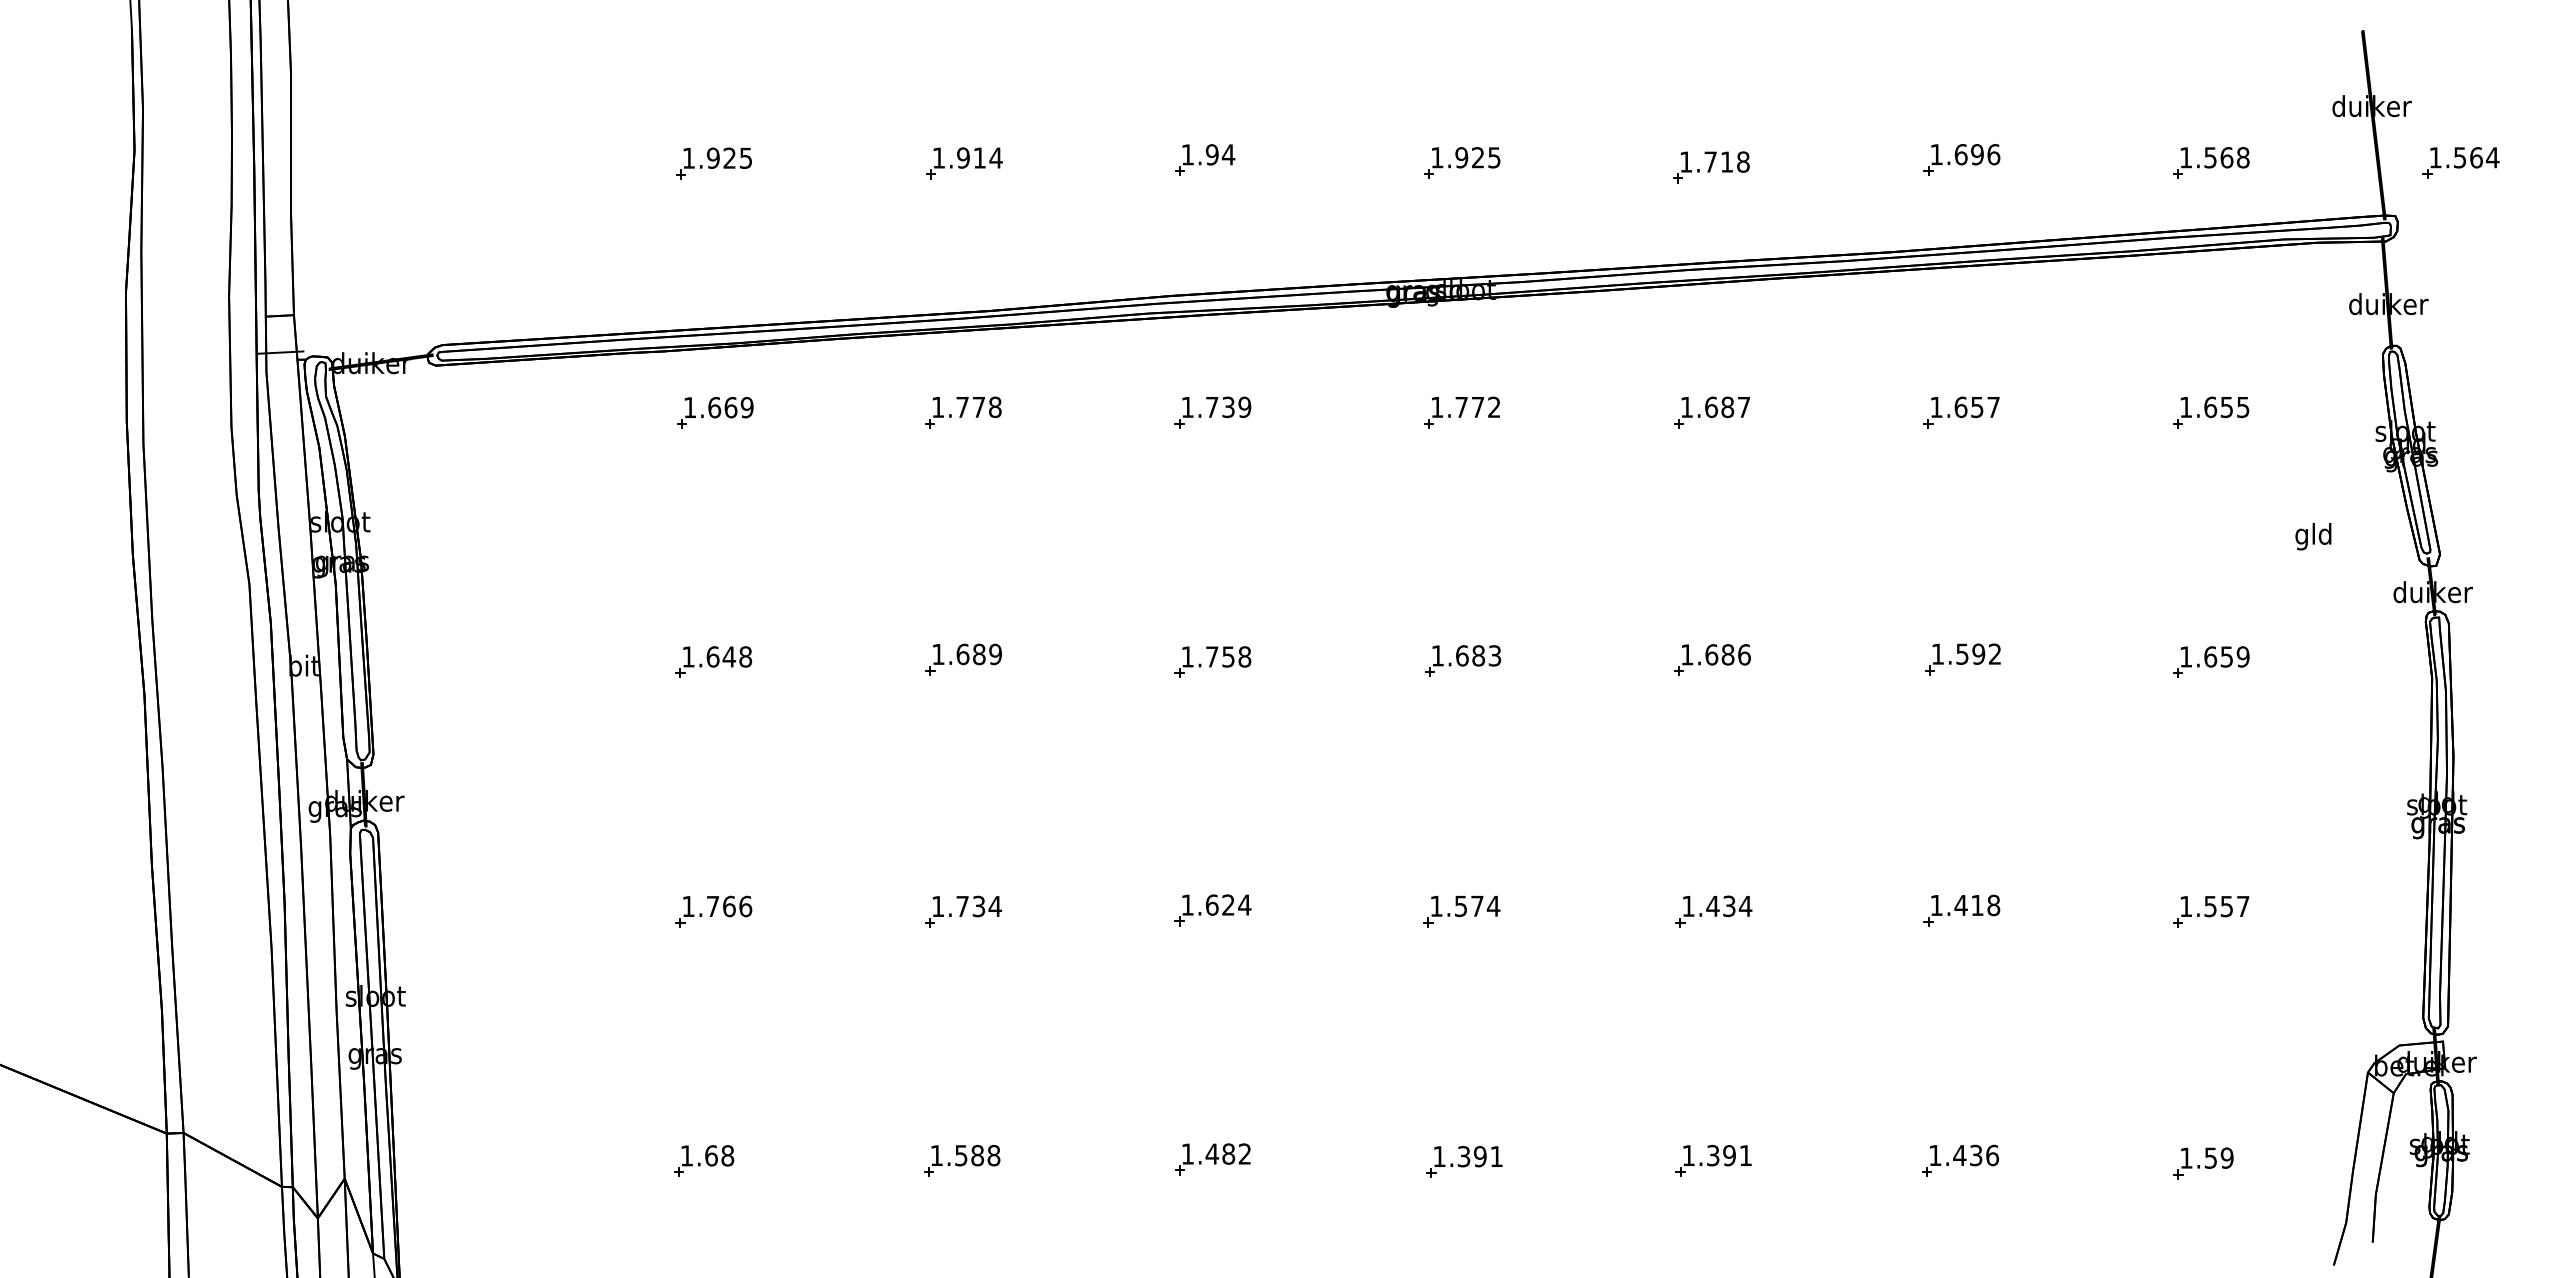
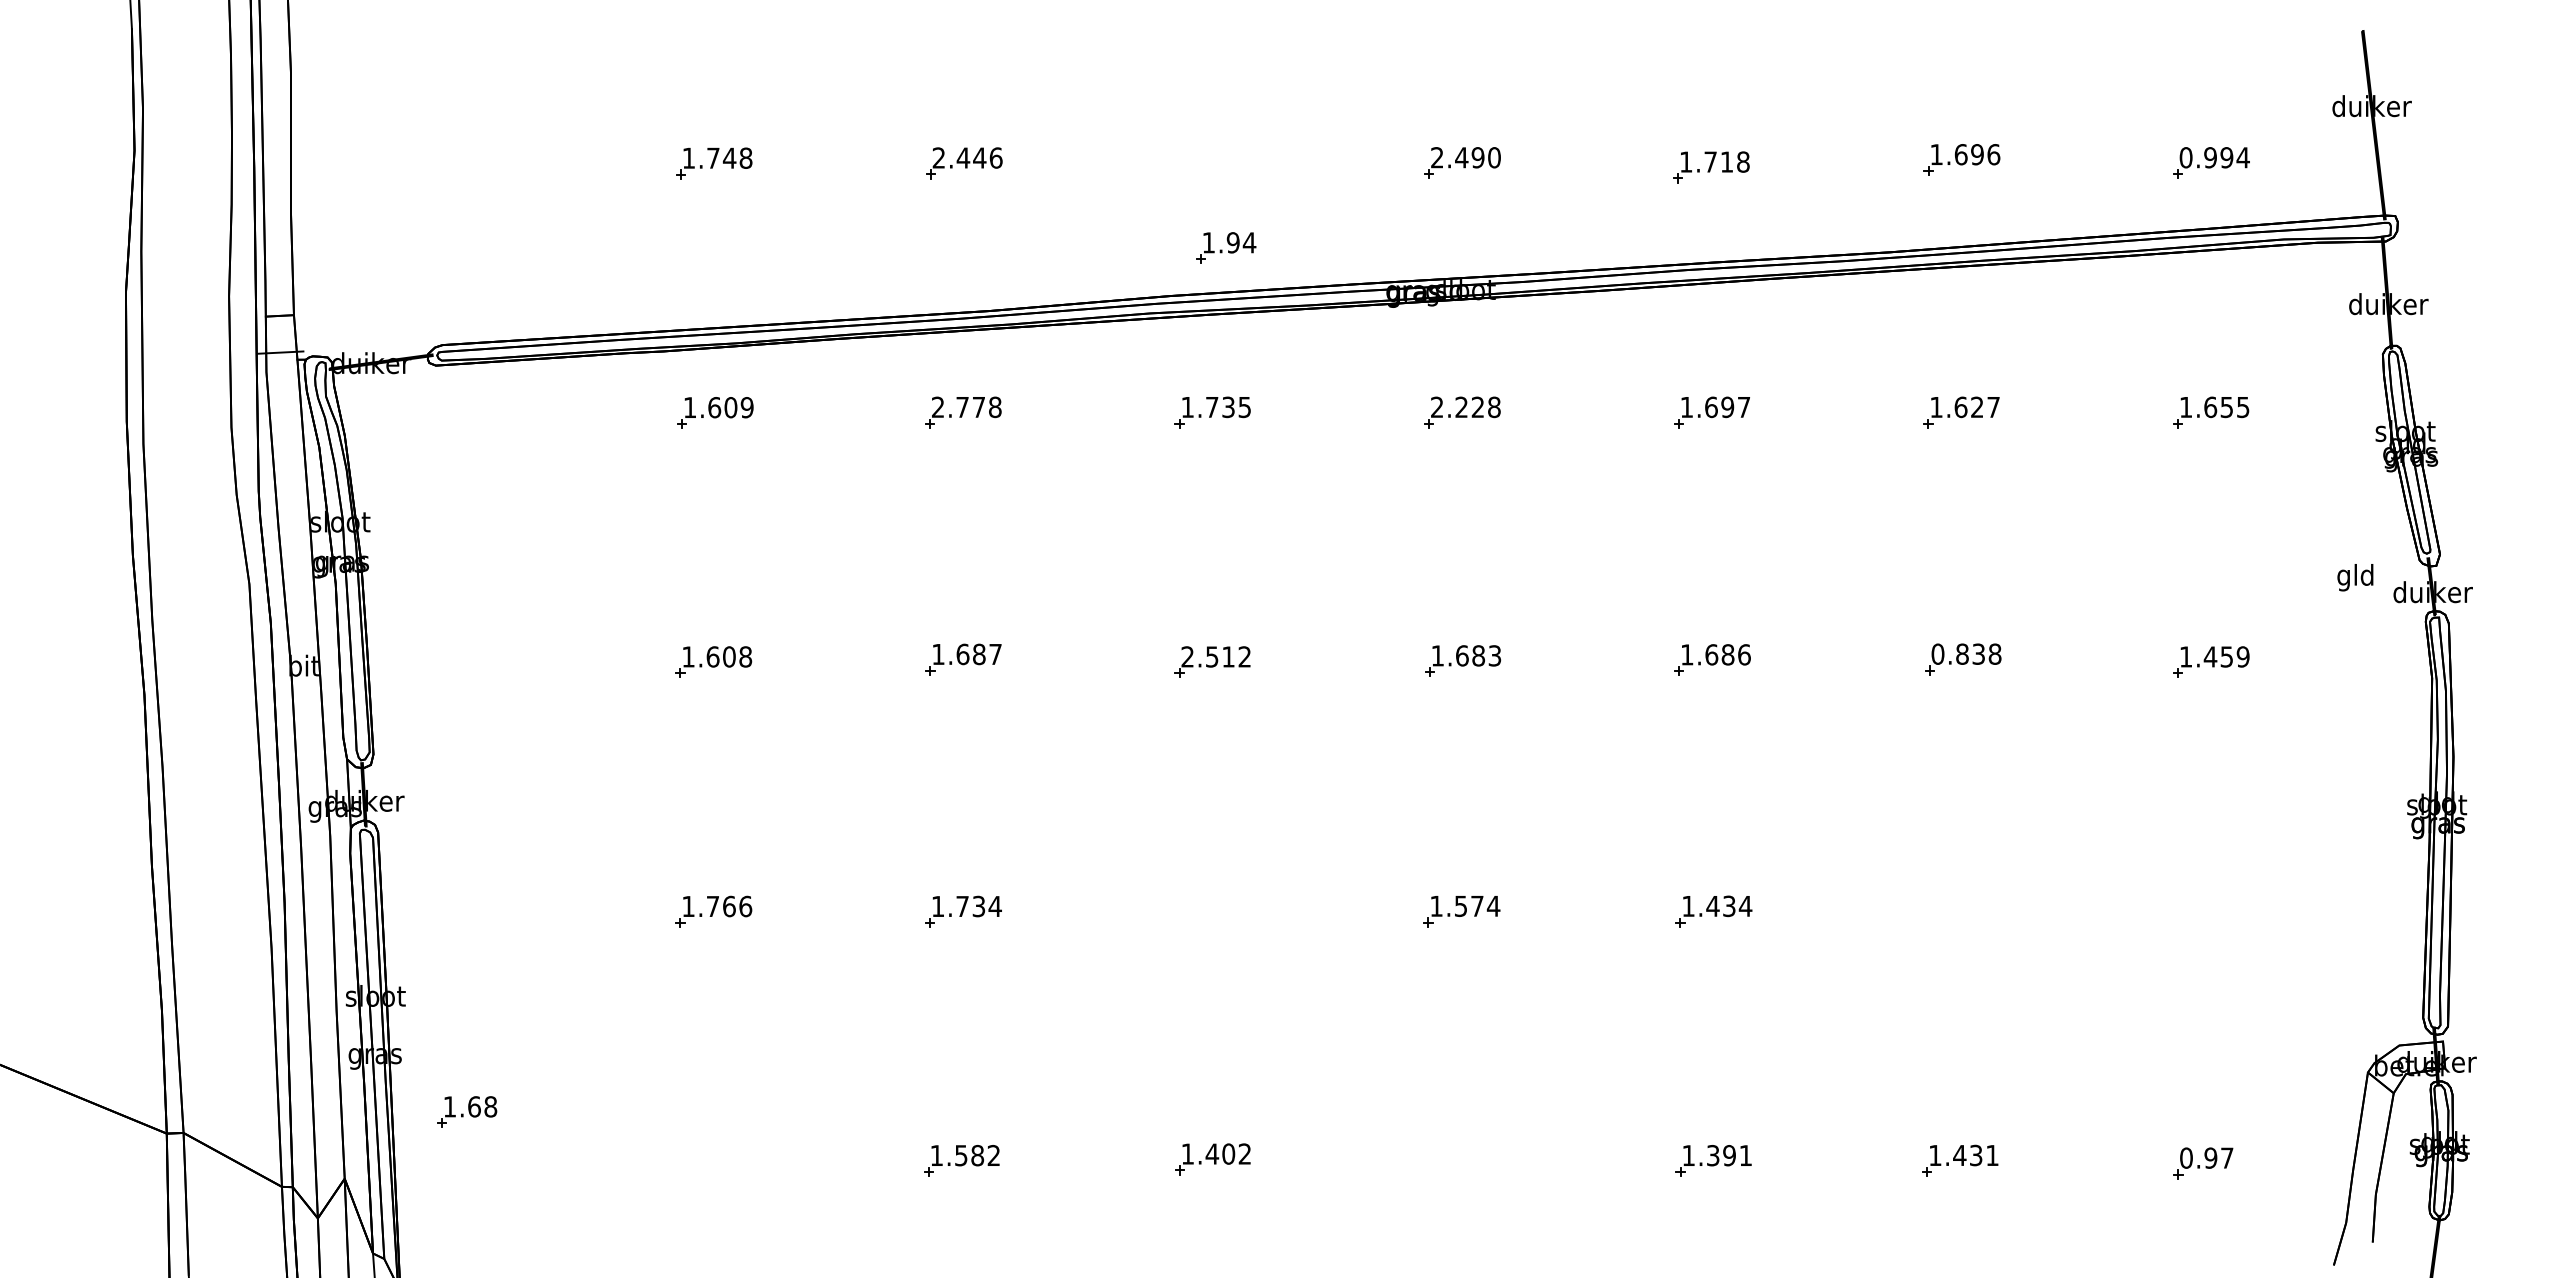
text at (729, 157): 1.925 -> 1.748
text at (967, 157): 1.914 -> 2.446
text at (1465, 157): 1.925 -> 2.490
text at (2214, 157): 1.568 -> 0.994
part at (1205, 159) position: (1205, 159) -> (1226, 247)
part at (2460, 162): present -> none
text at (937, 406): 1.778 -> 2.778
text at (1244, 406): 1.739 -> 1.735
text at (730, 407): 1.669 -> 1.609
text at (1465, 407): 1.772 -> 2.228
text at (1727, 407): 1.687 -> 1.697
text at (1977, 407): 1.657 -> 1.627
text at (2313, 536) position: (2313, 536) -> (2355, 577)
text at (1966, 653): 1.592 -> 0.838
text at (995, 654): 1.689 -> 1.687
text at (729, 656): 1.648 -> 1.608
text at (1216, 656): 1.758 -> 2.512
text at (2210, 656): 1.659 -> 1.459
part at (1212, 910): present -> none
part at (1961, 910): present -> none
part at (2211, 911): present -> none
text at (1228, 1153): 1.482 -> 1.402
text at (993, 1155): 1.588 -> 1.582
text at (1992, 1155): 1.436 -> 1.431
text at (2206, 1157): 1.59 -> 0.97
part at (704, 1160) position: (704, 1160) -> (467, 1111)
part at (1464, 1161): present -> none
